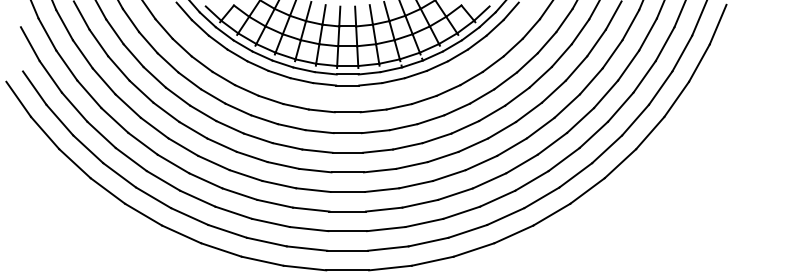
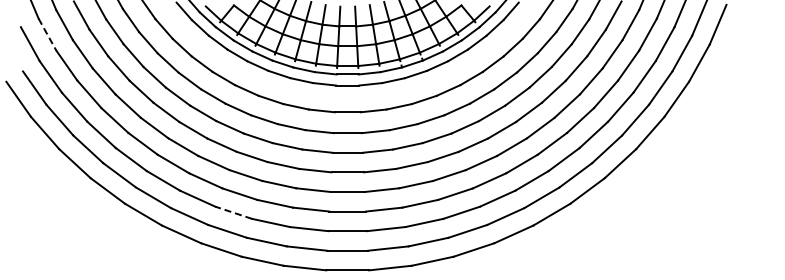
line at (47, 35): solid -> dashed
line at (233, 212): solid -> dashed
